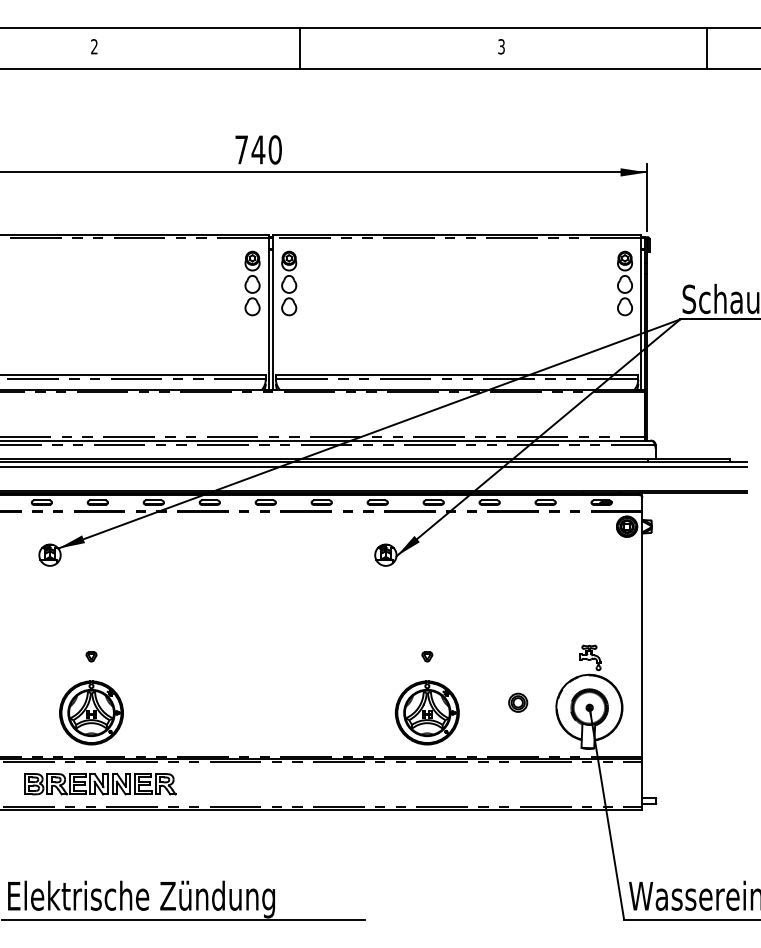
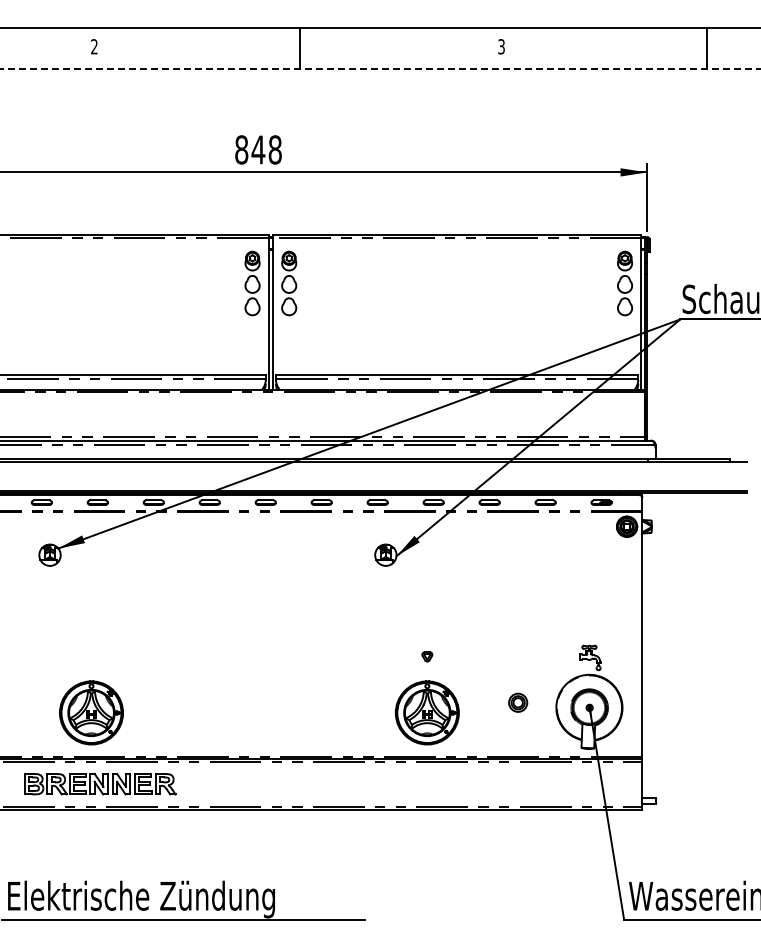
line at (380, 69): solid -> dashed
text at (258, 149): 740 -> 848
line at (374, 467): present -> none
part at (91, 656): present -> none
